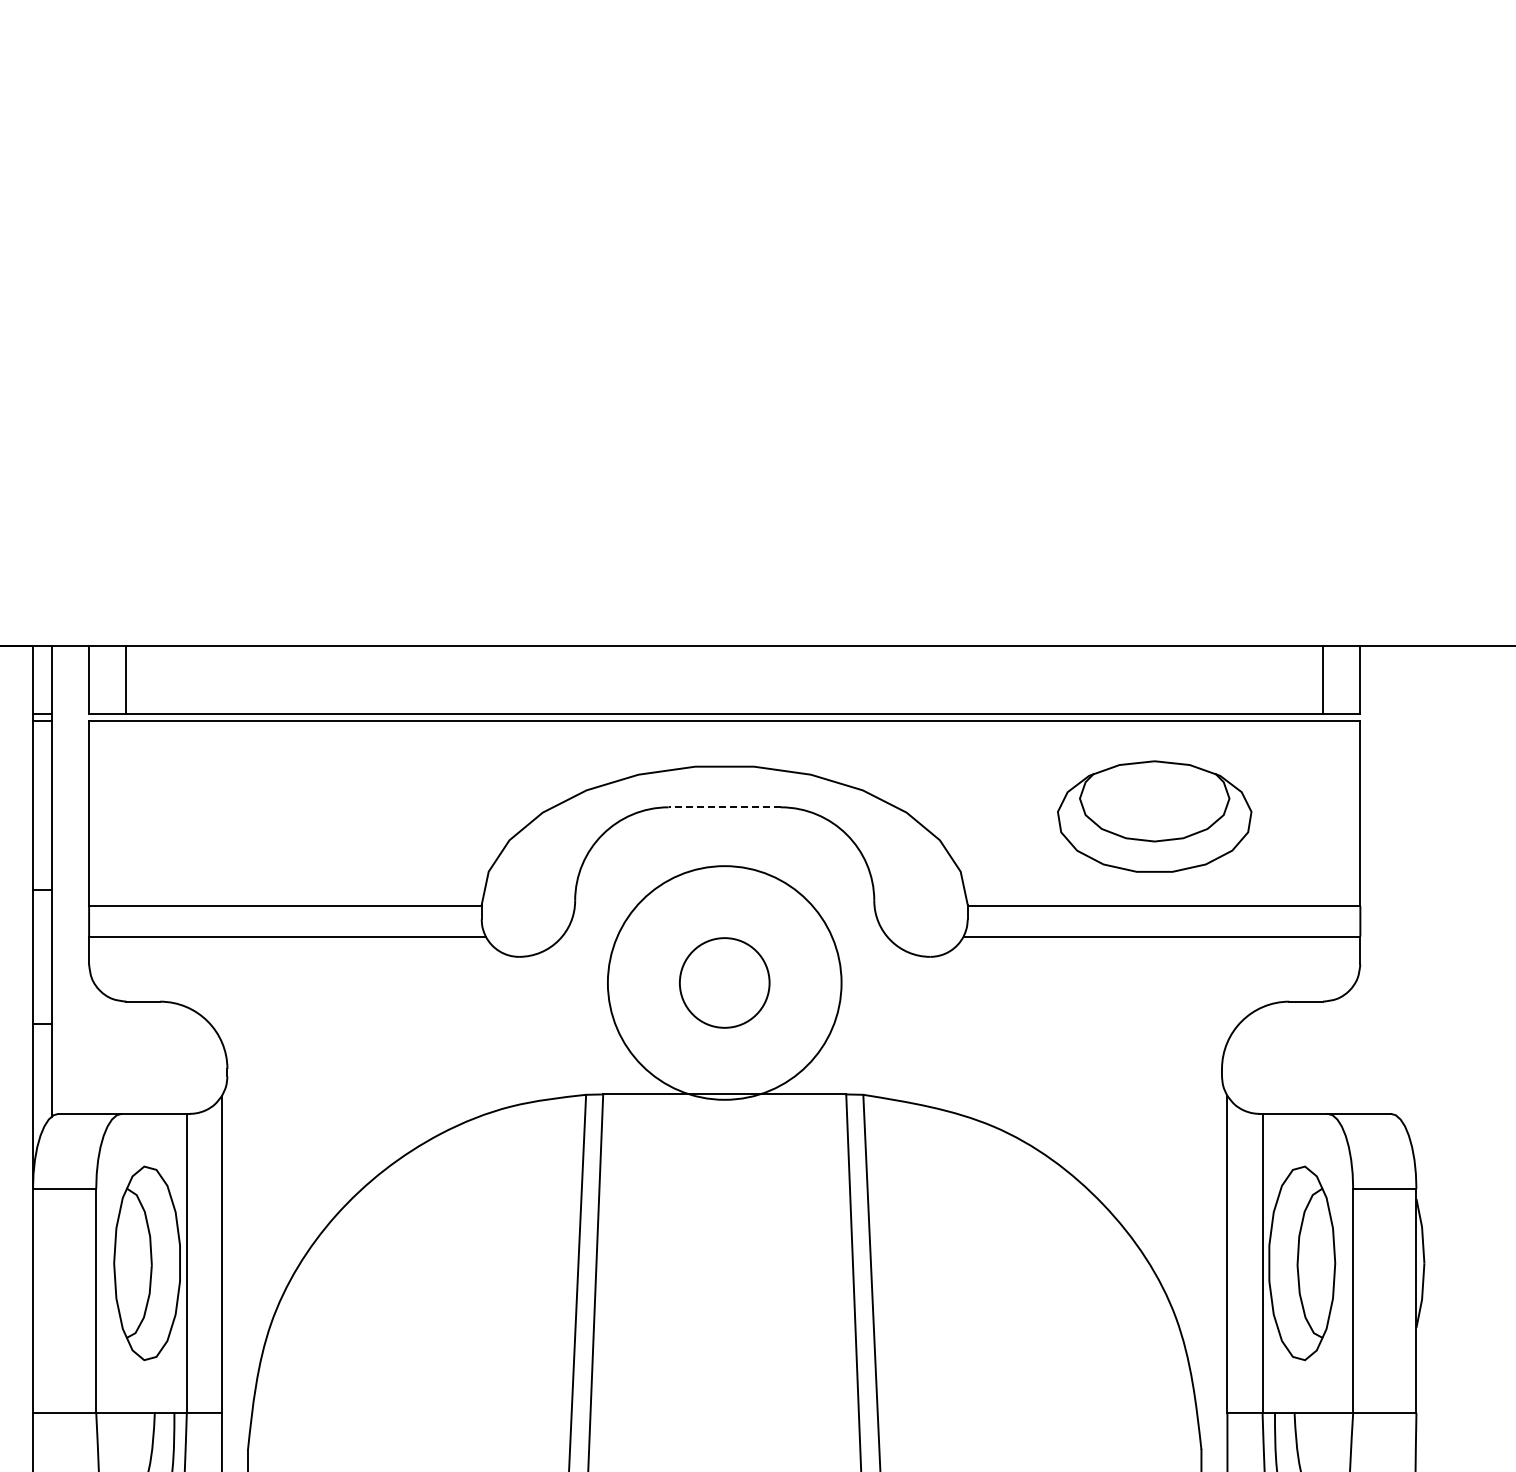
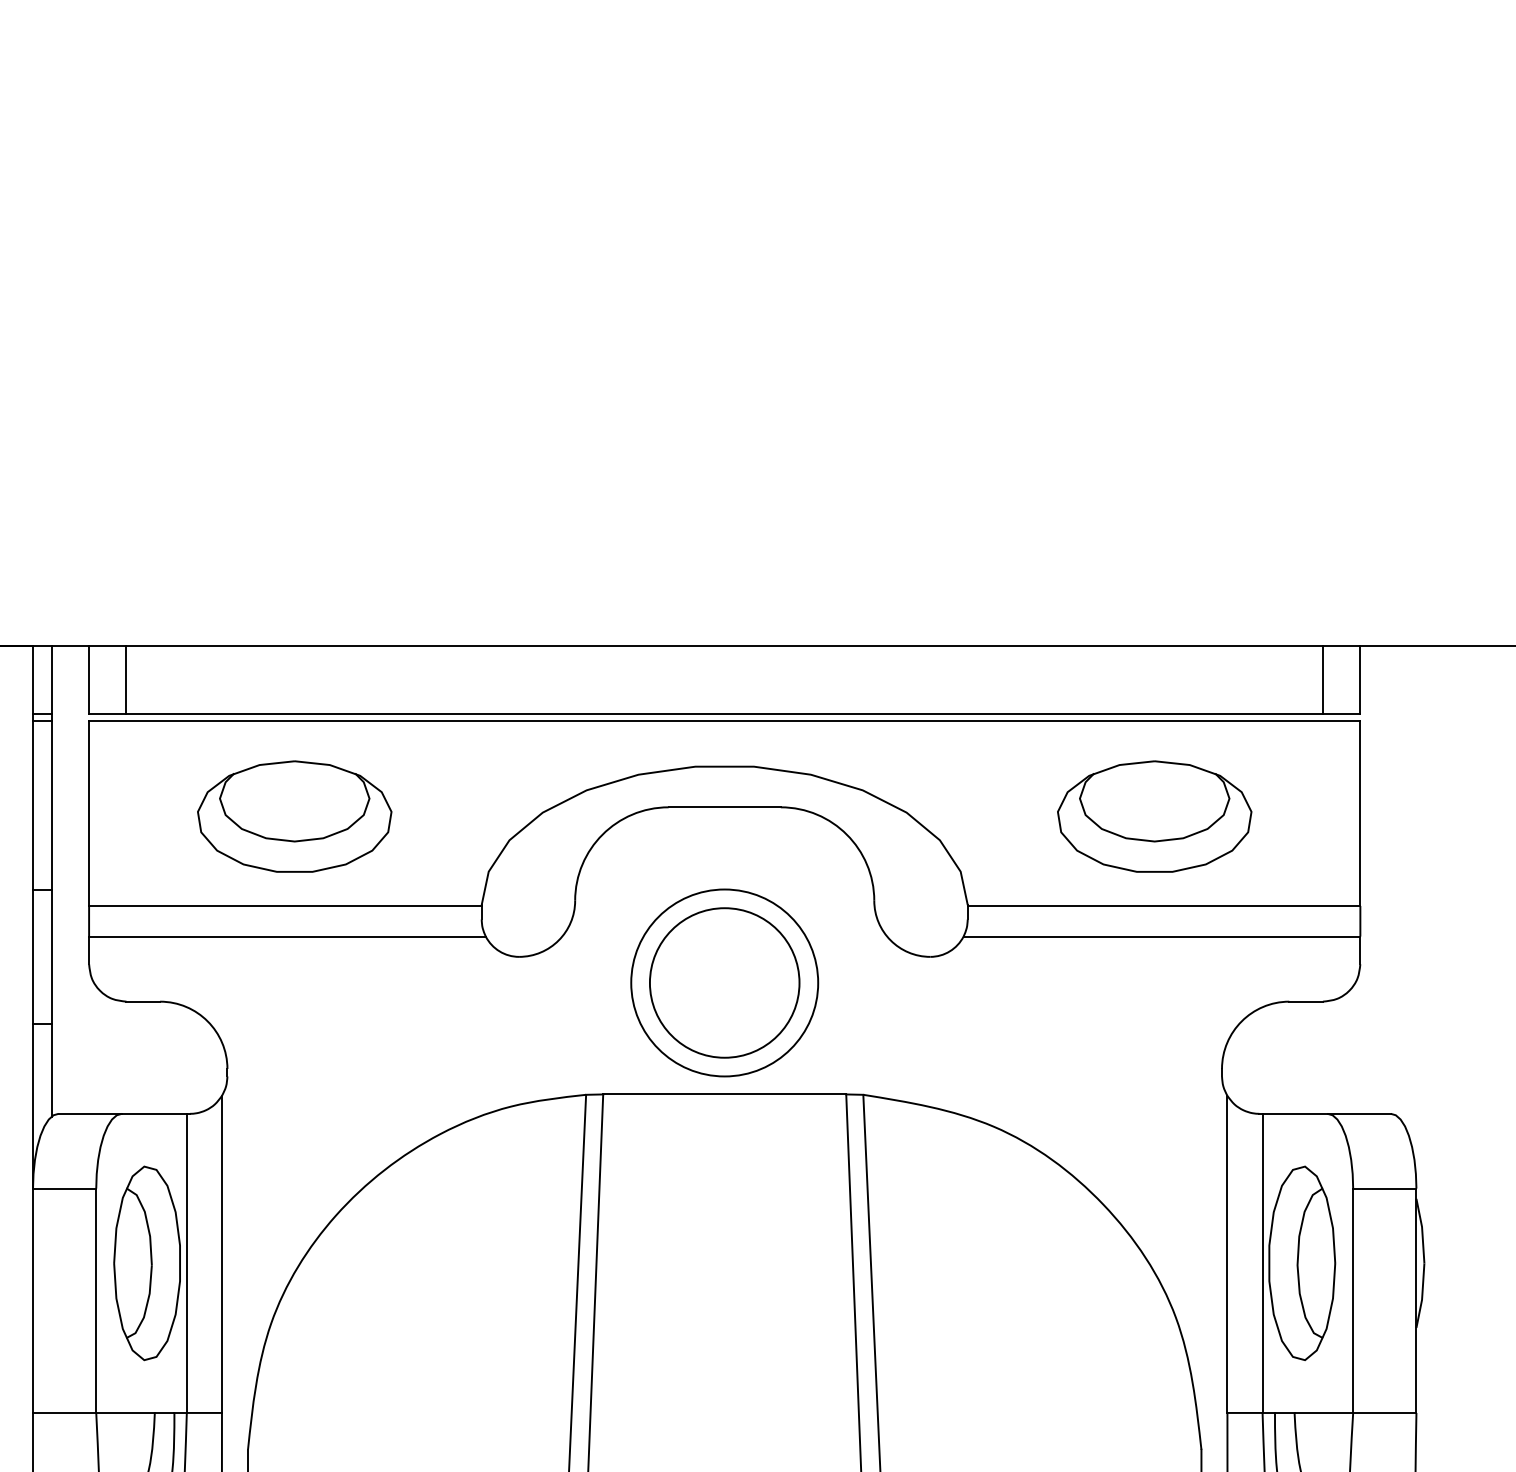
line at (724, 807): dashed -> solid
part at (294, 816): none -> present
circle at (724, 982) diameter: 234 px -> 187 px
circle at (724, 982) diameter: 90 px -> 150 px
